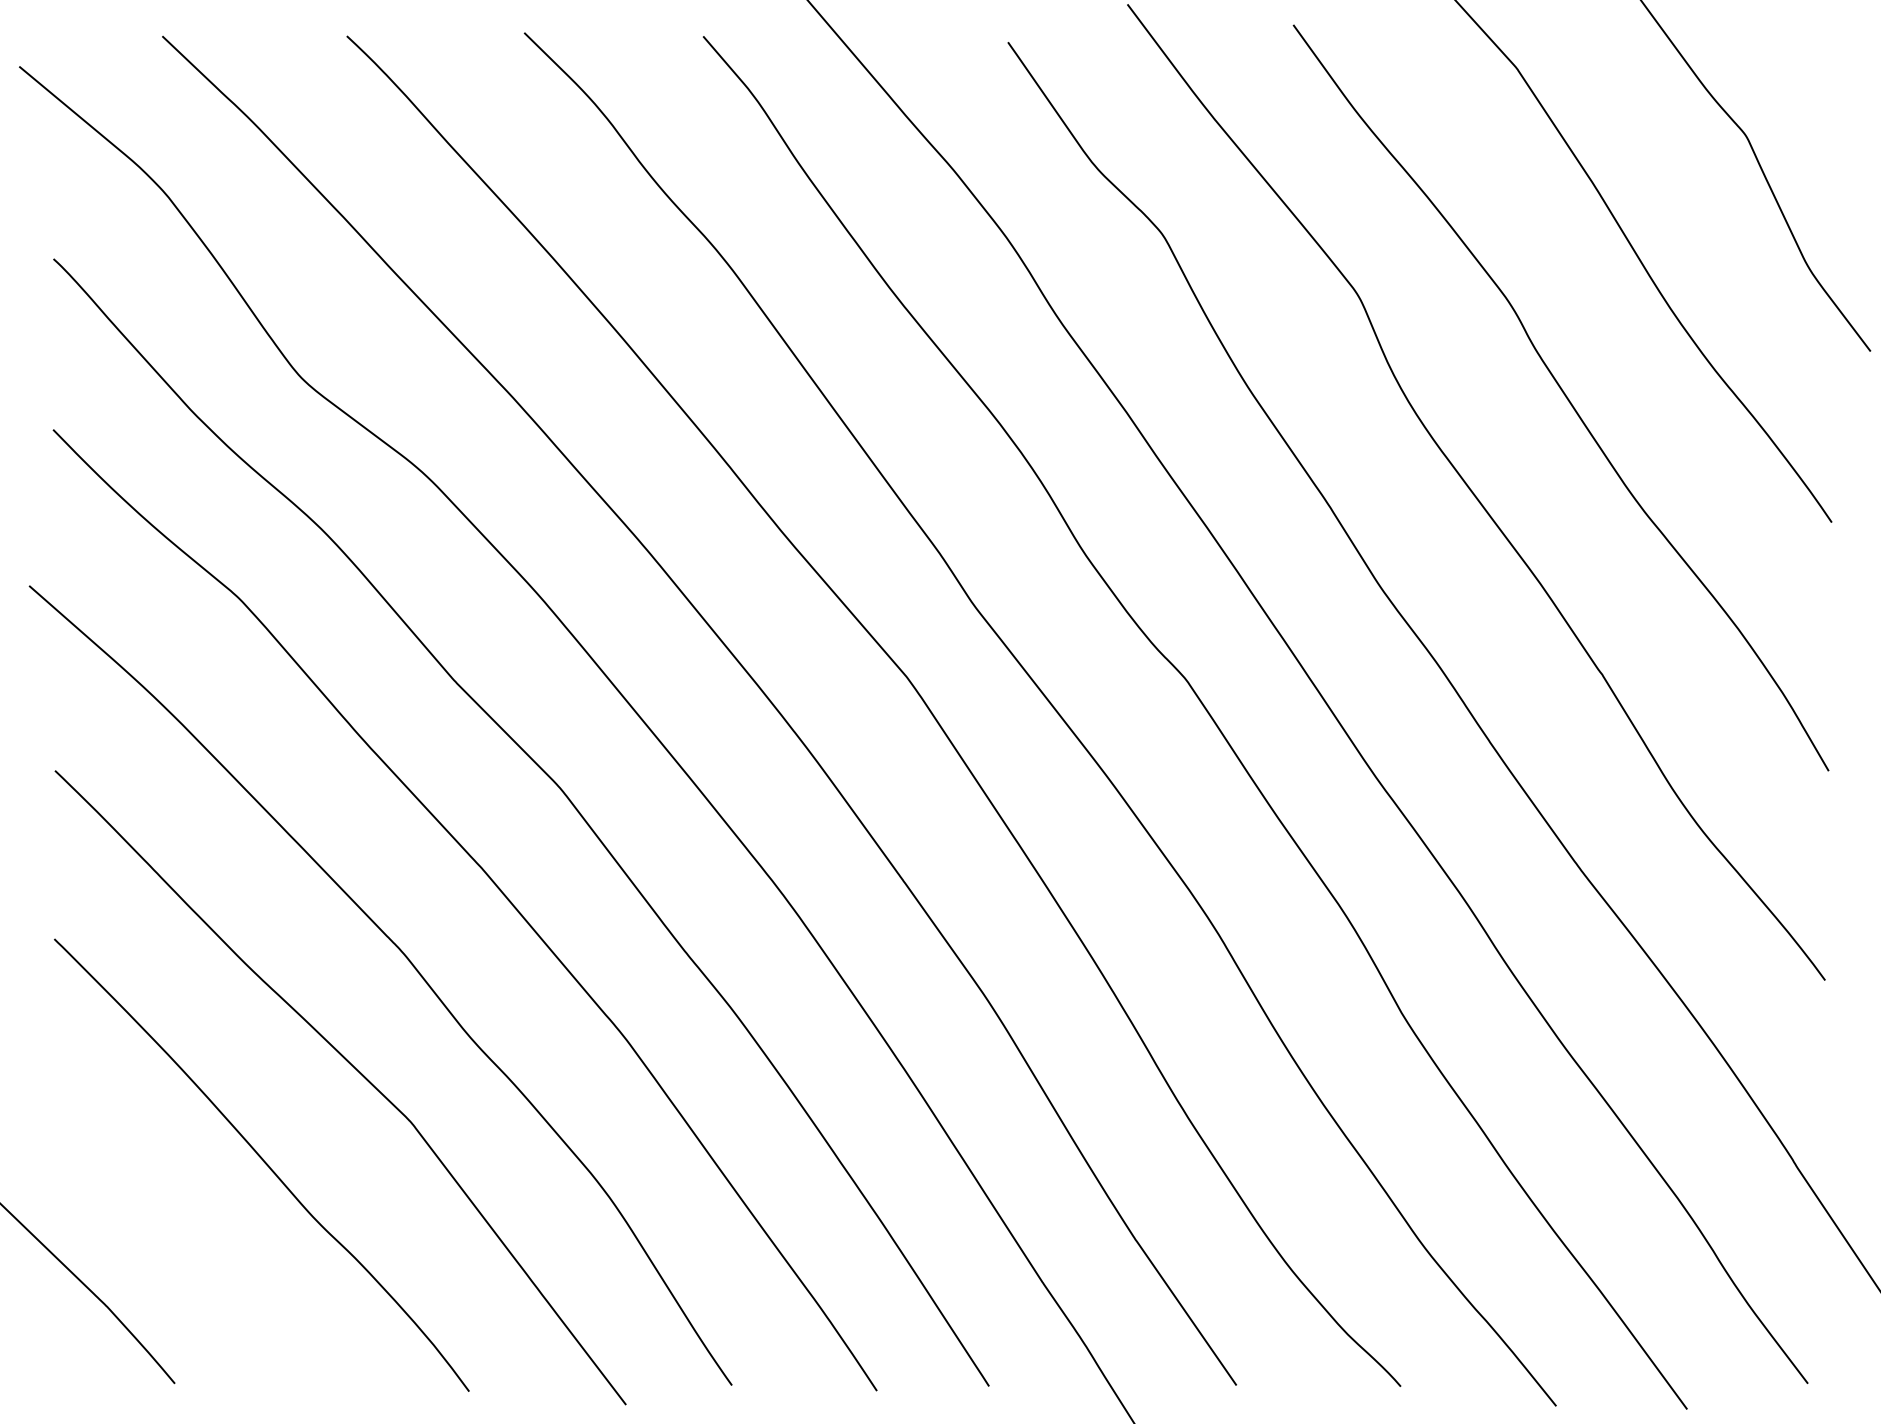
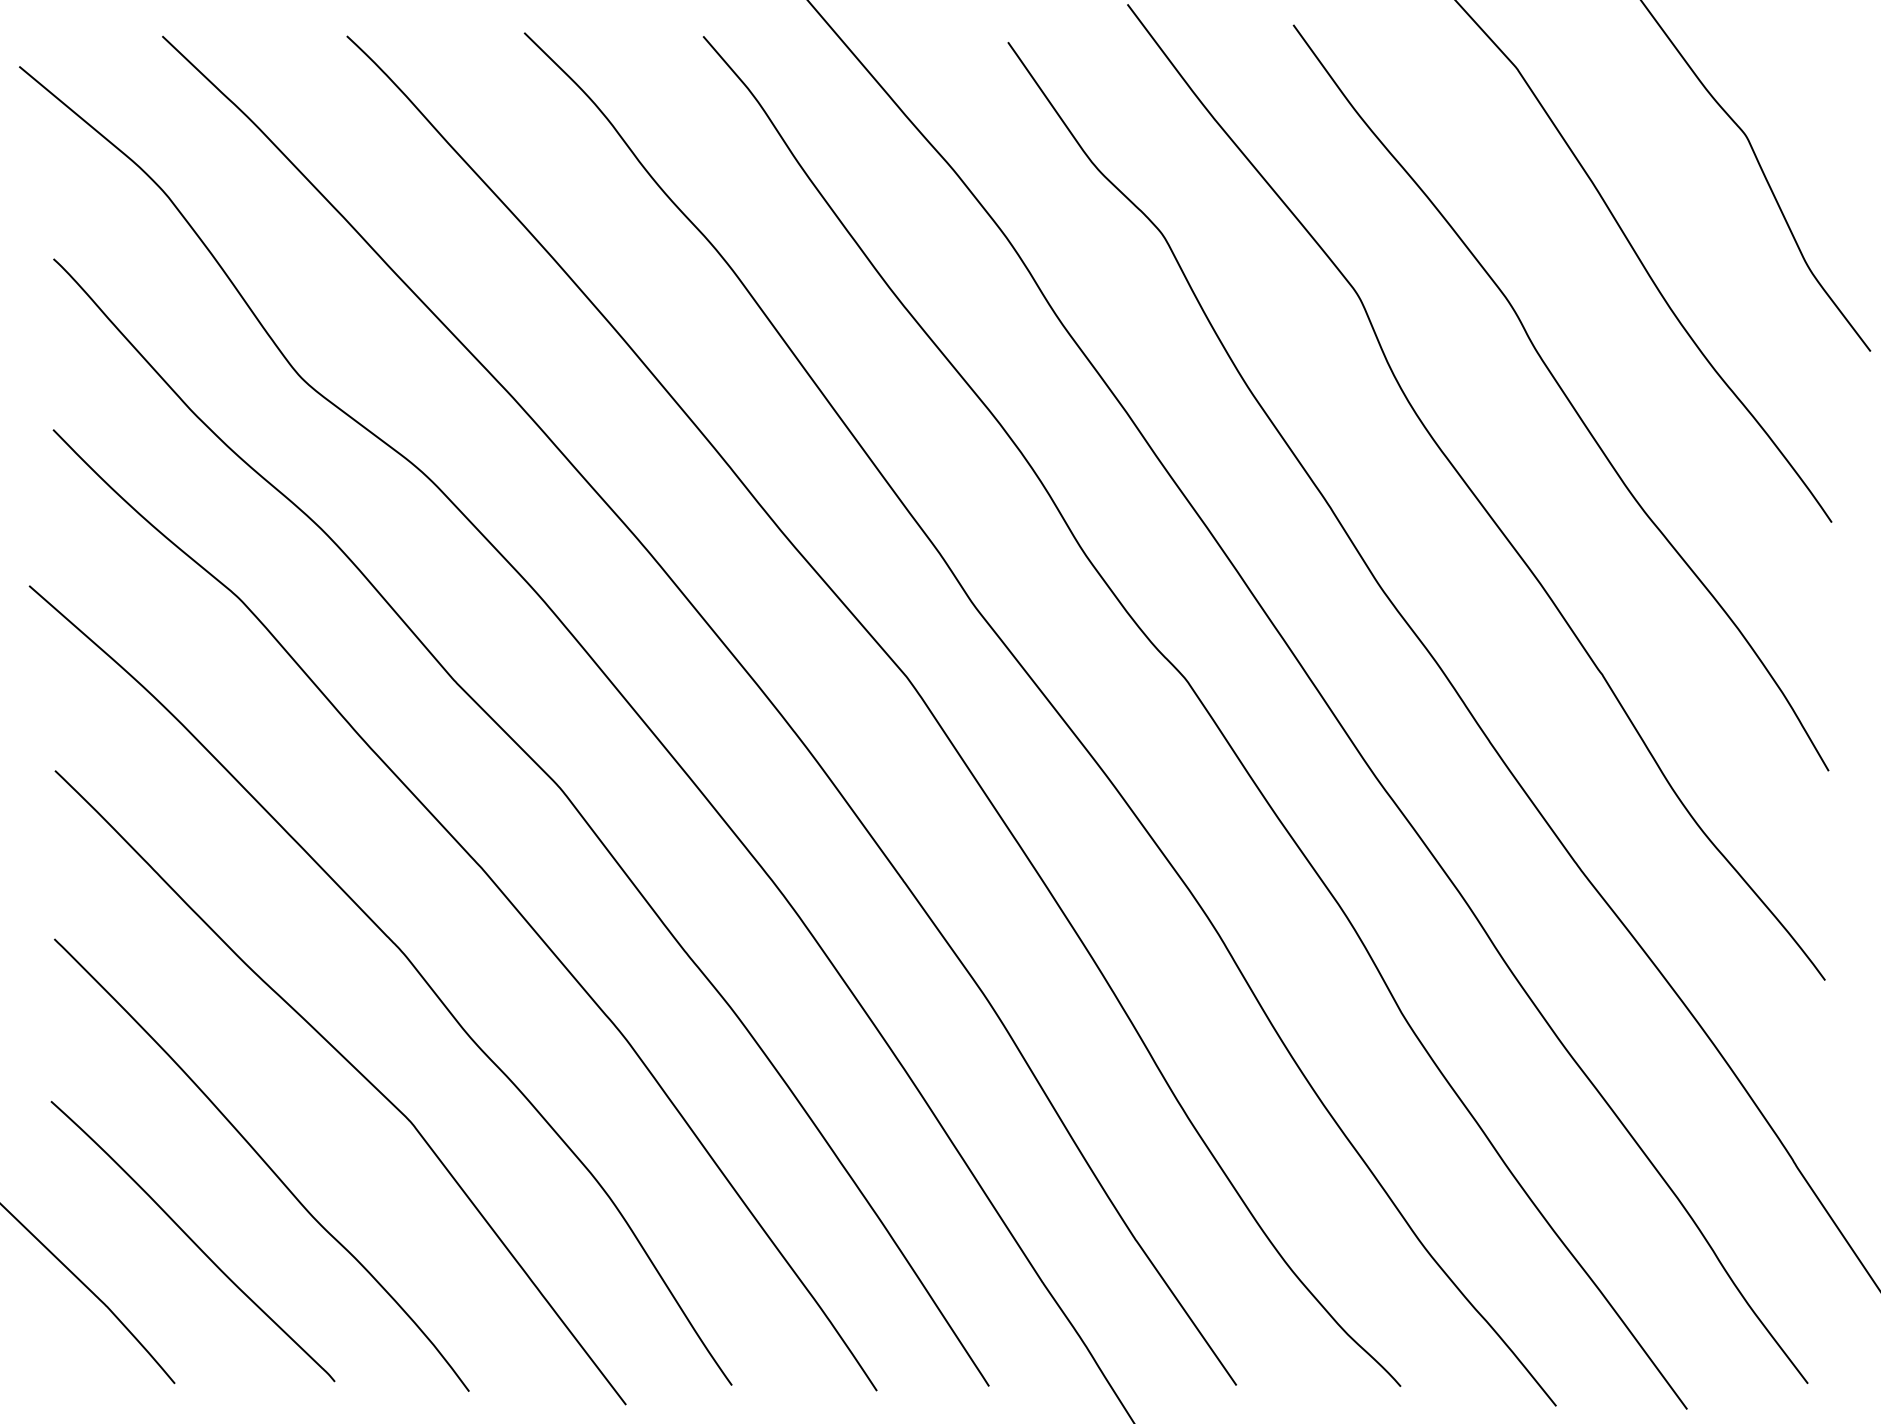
curve at (192, 1241): none -> present
